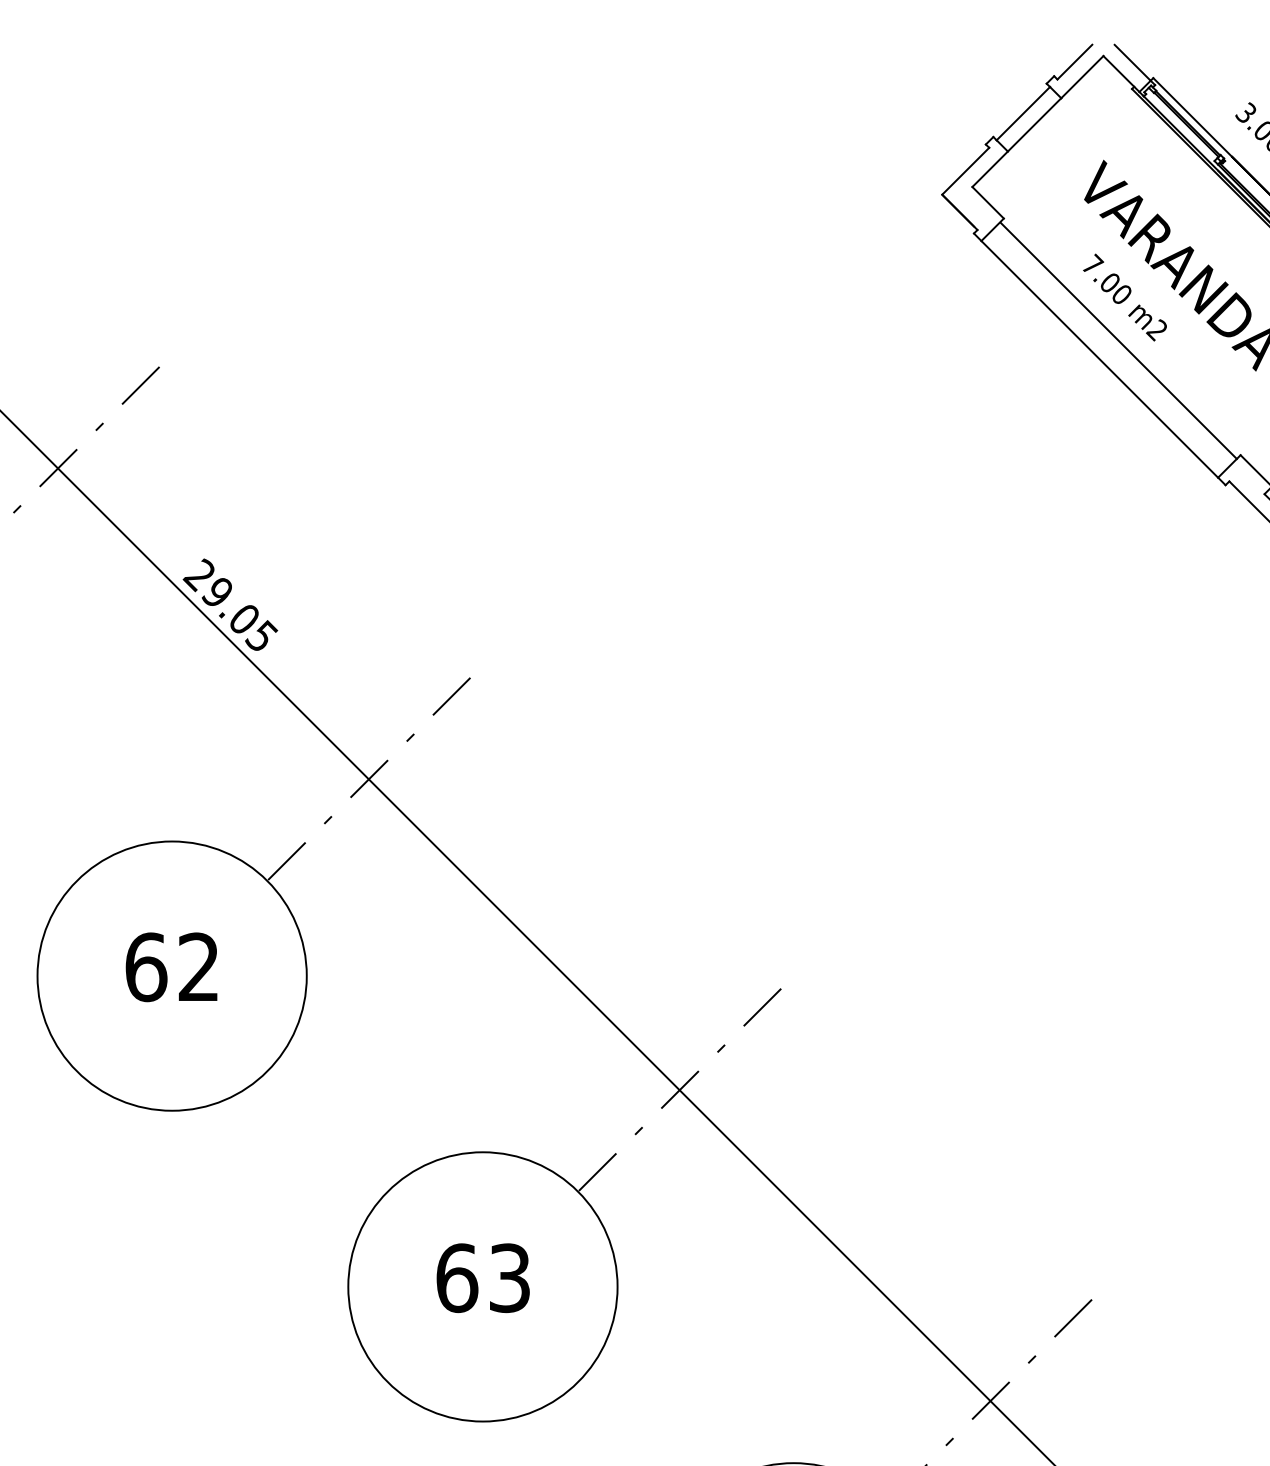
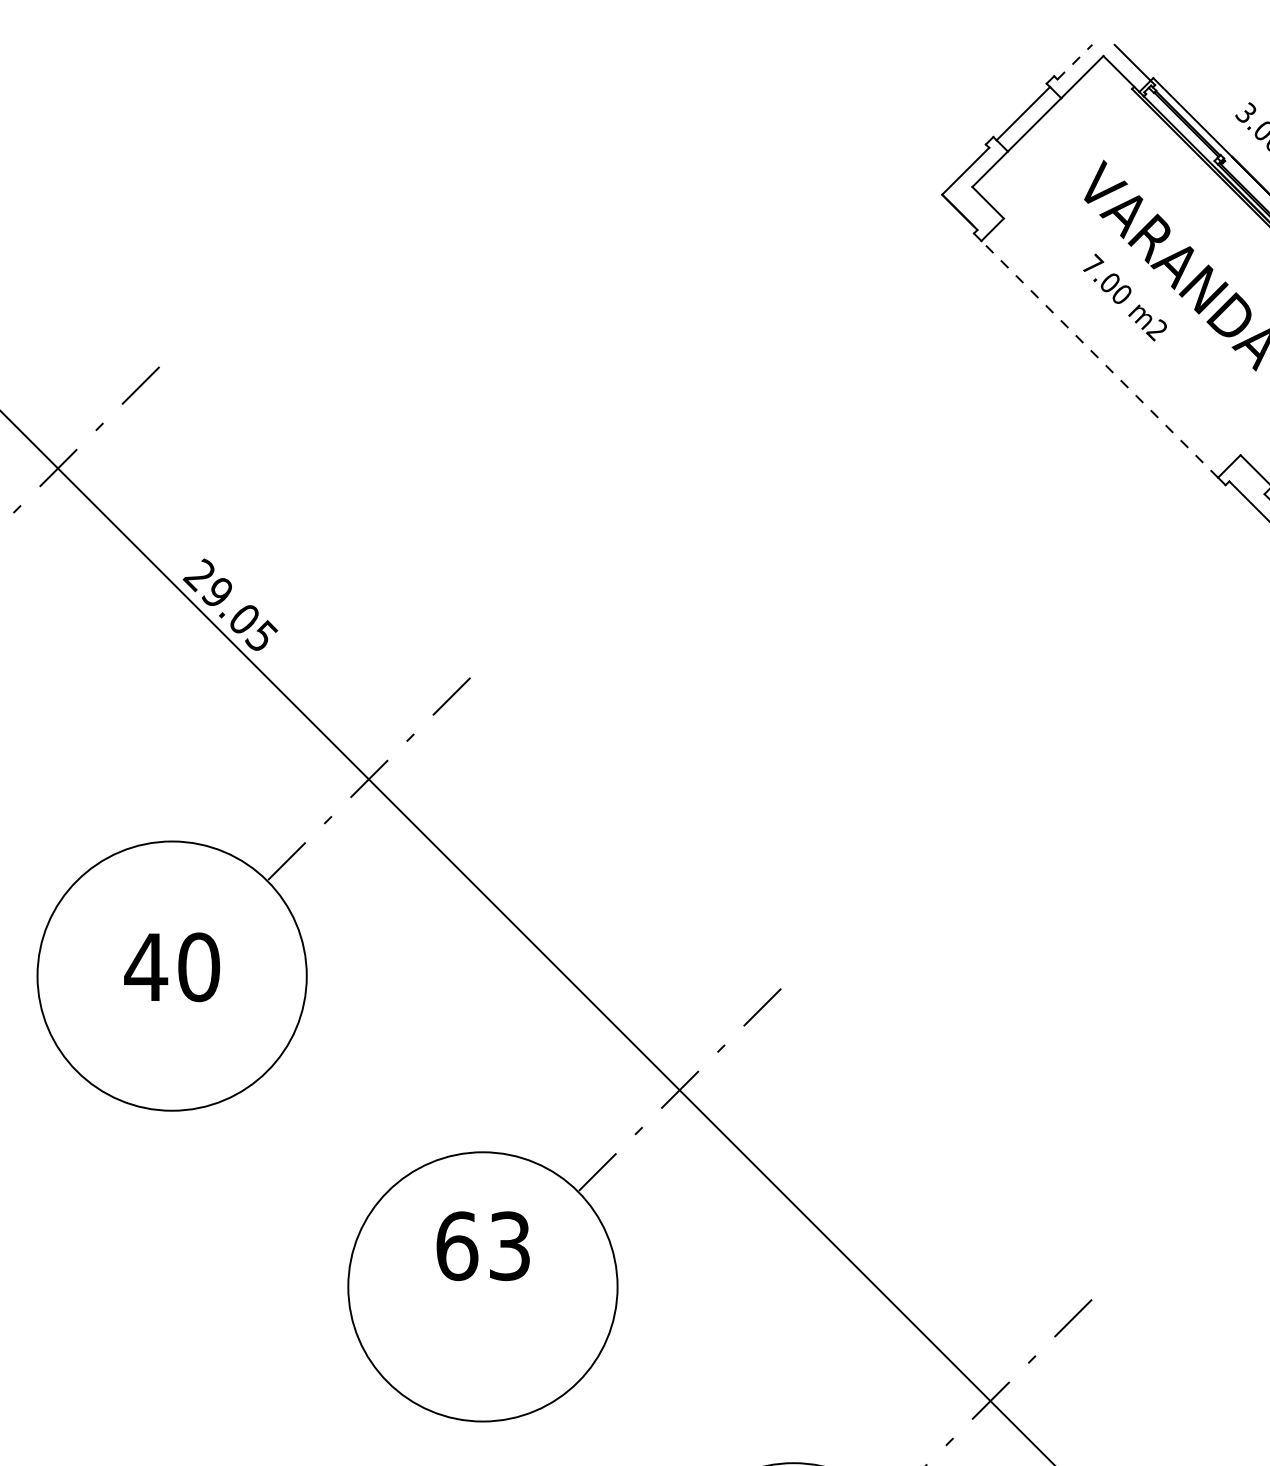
line at (1074, 62): solid -> dashed
line at (1118, 340): present -> none
line at (1099, 359): solid -> dashed
text at (172, 967): 62 -> 40
text at (482, 1278) position: (482, 1278) -> (482, 1246)
